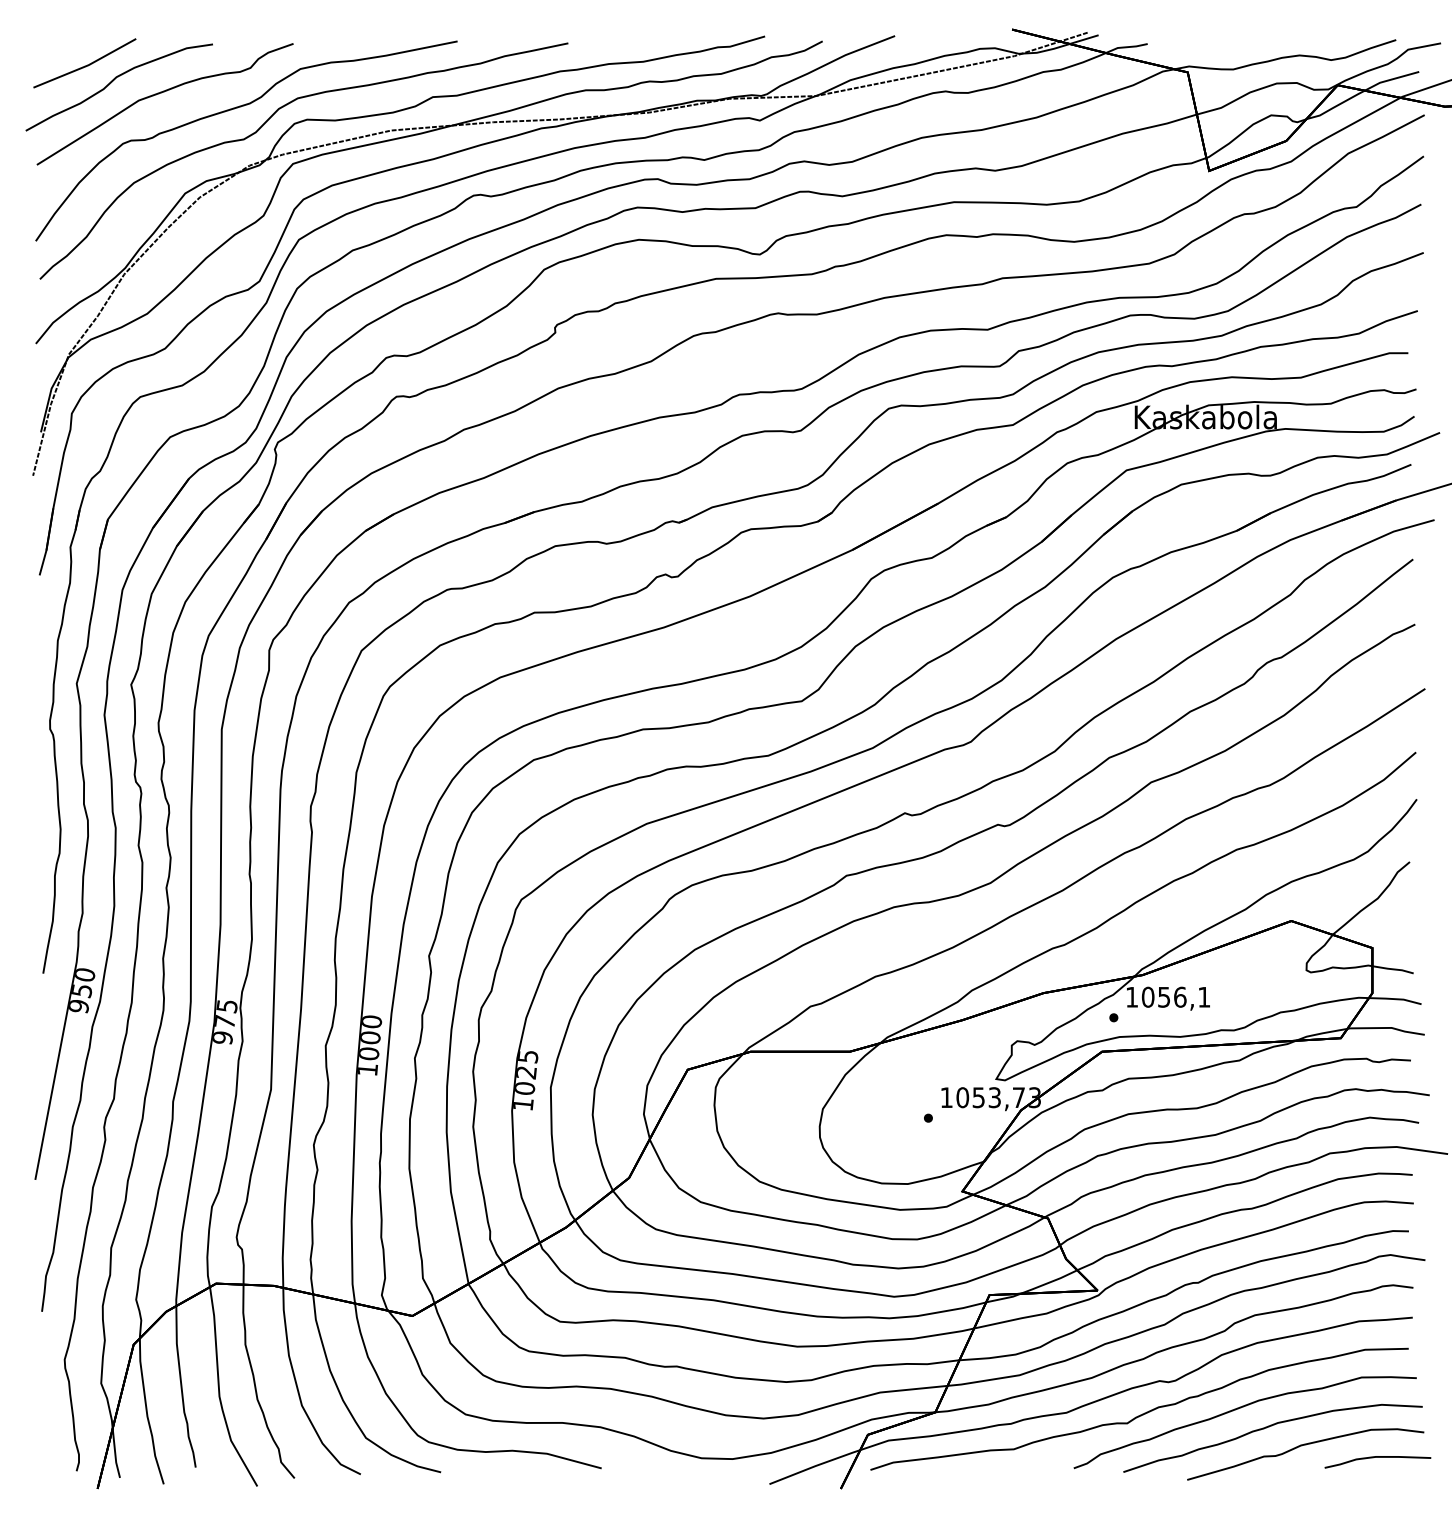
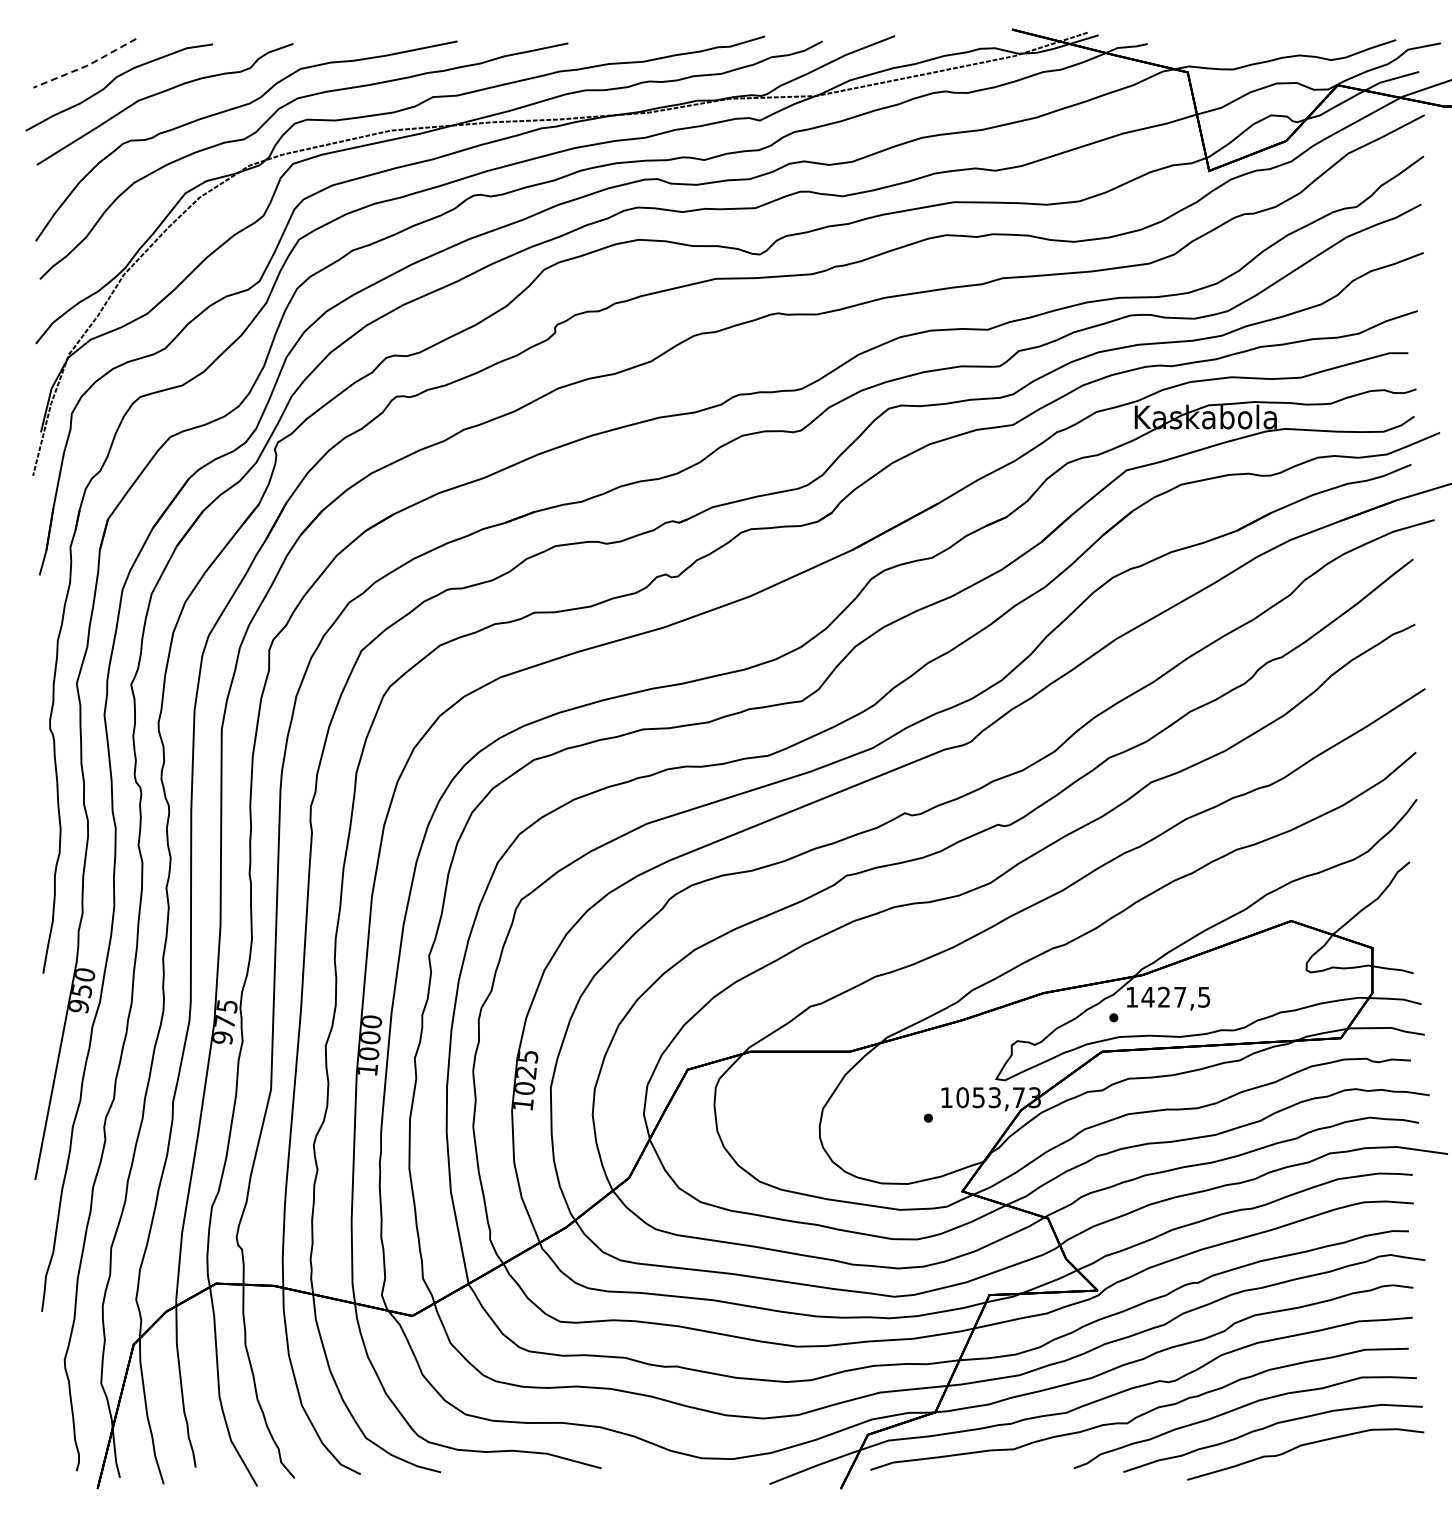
line at (86, 65): solid -> dashed
text at (1175, 996): 1056,1 -> 1427,5
curve at (1377, 1457): present -> none
